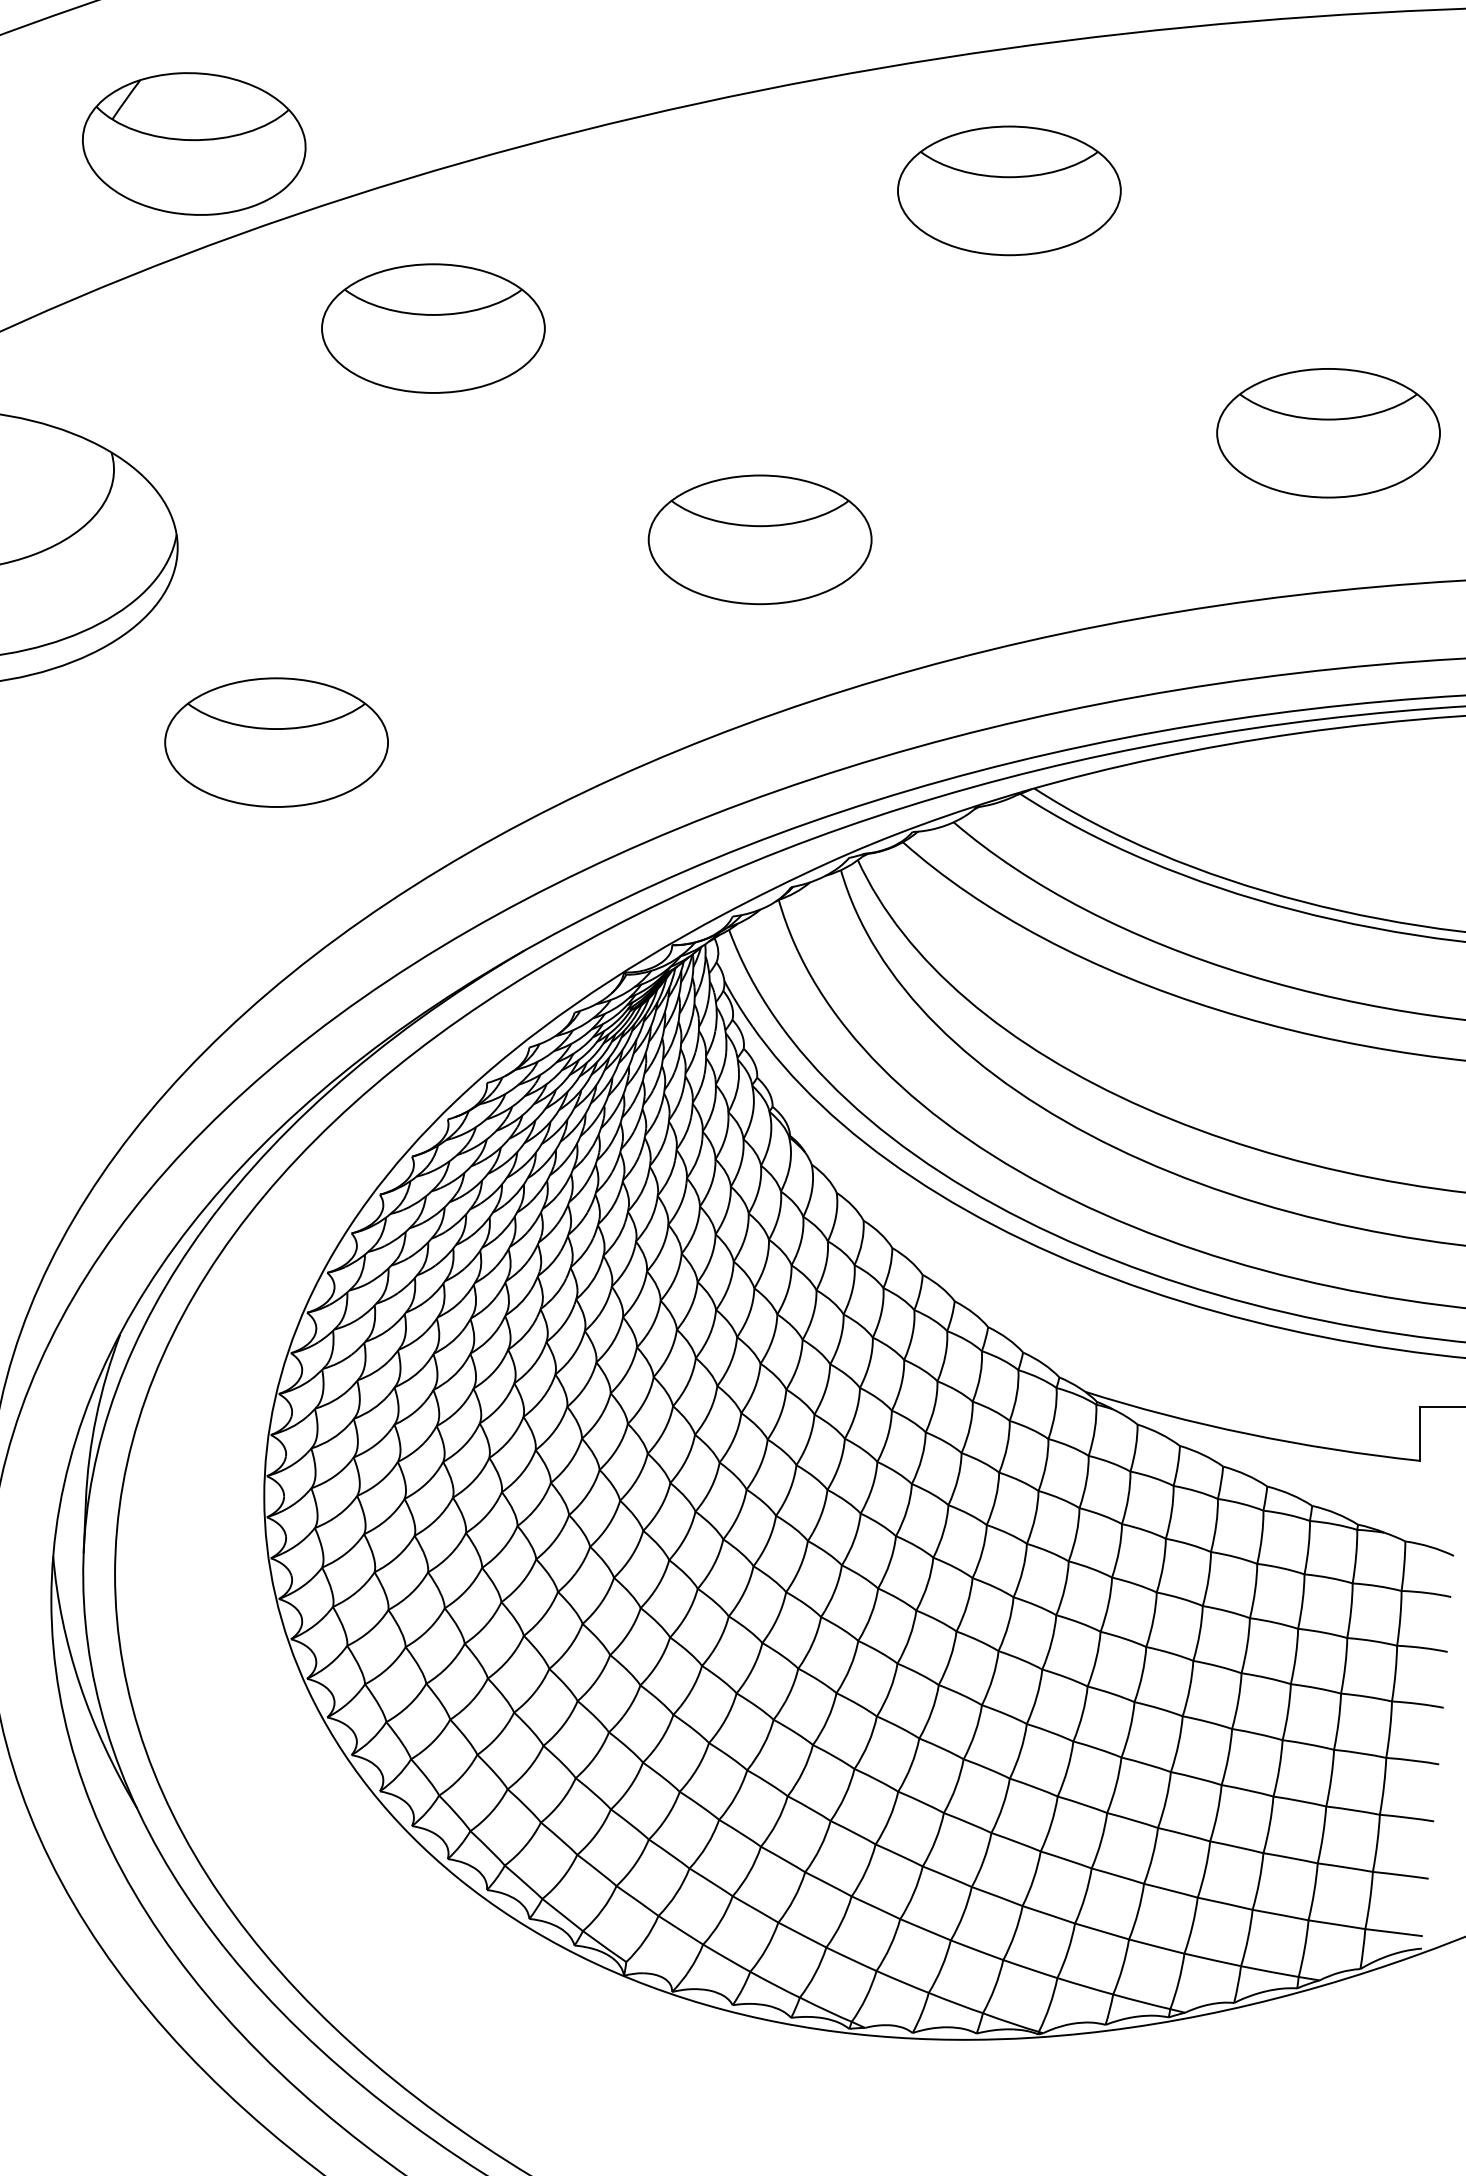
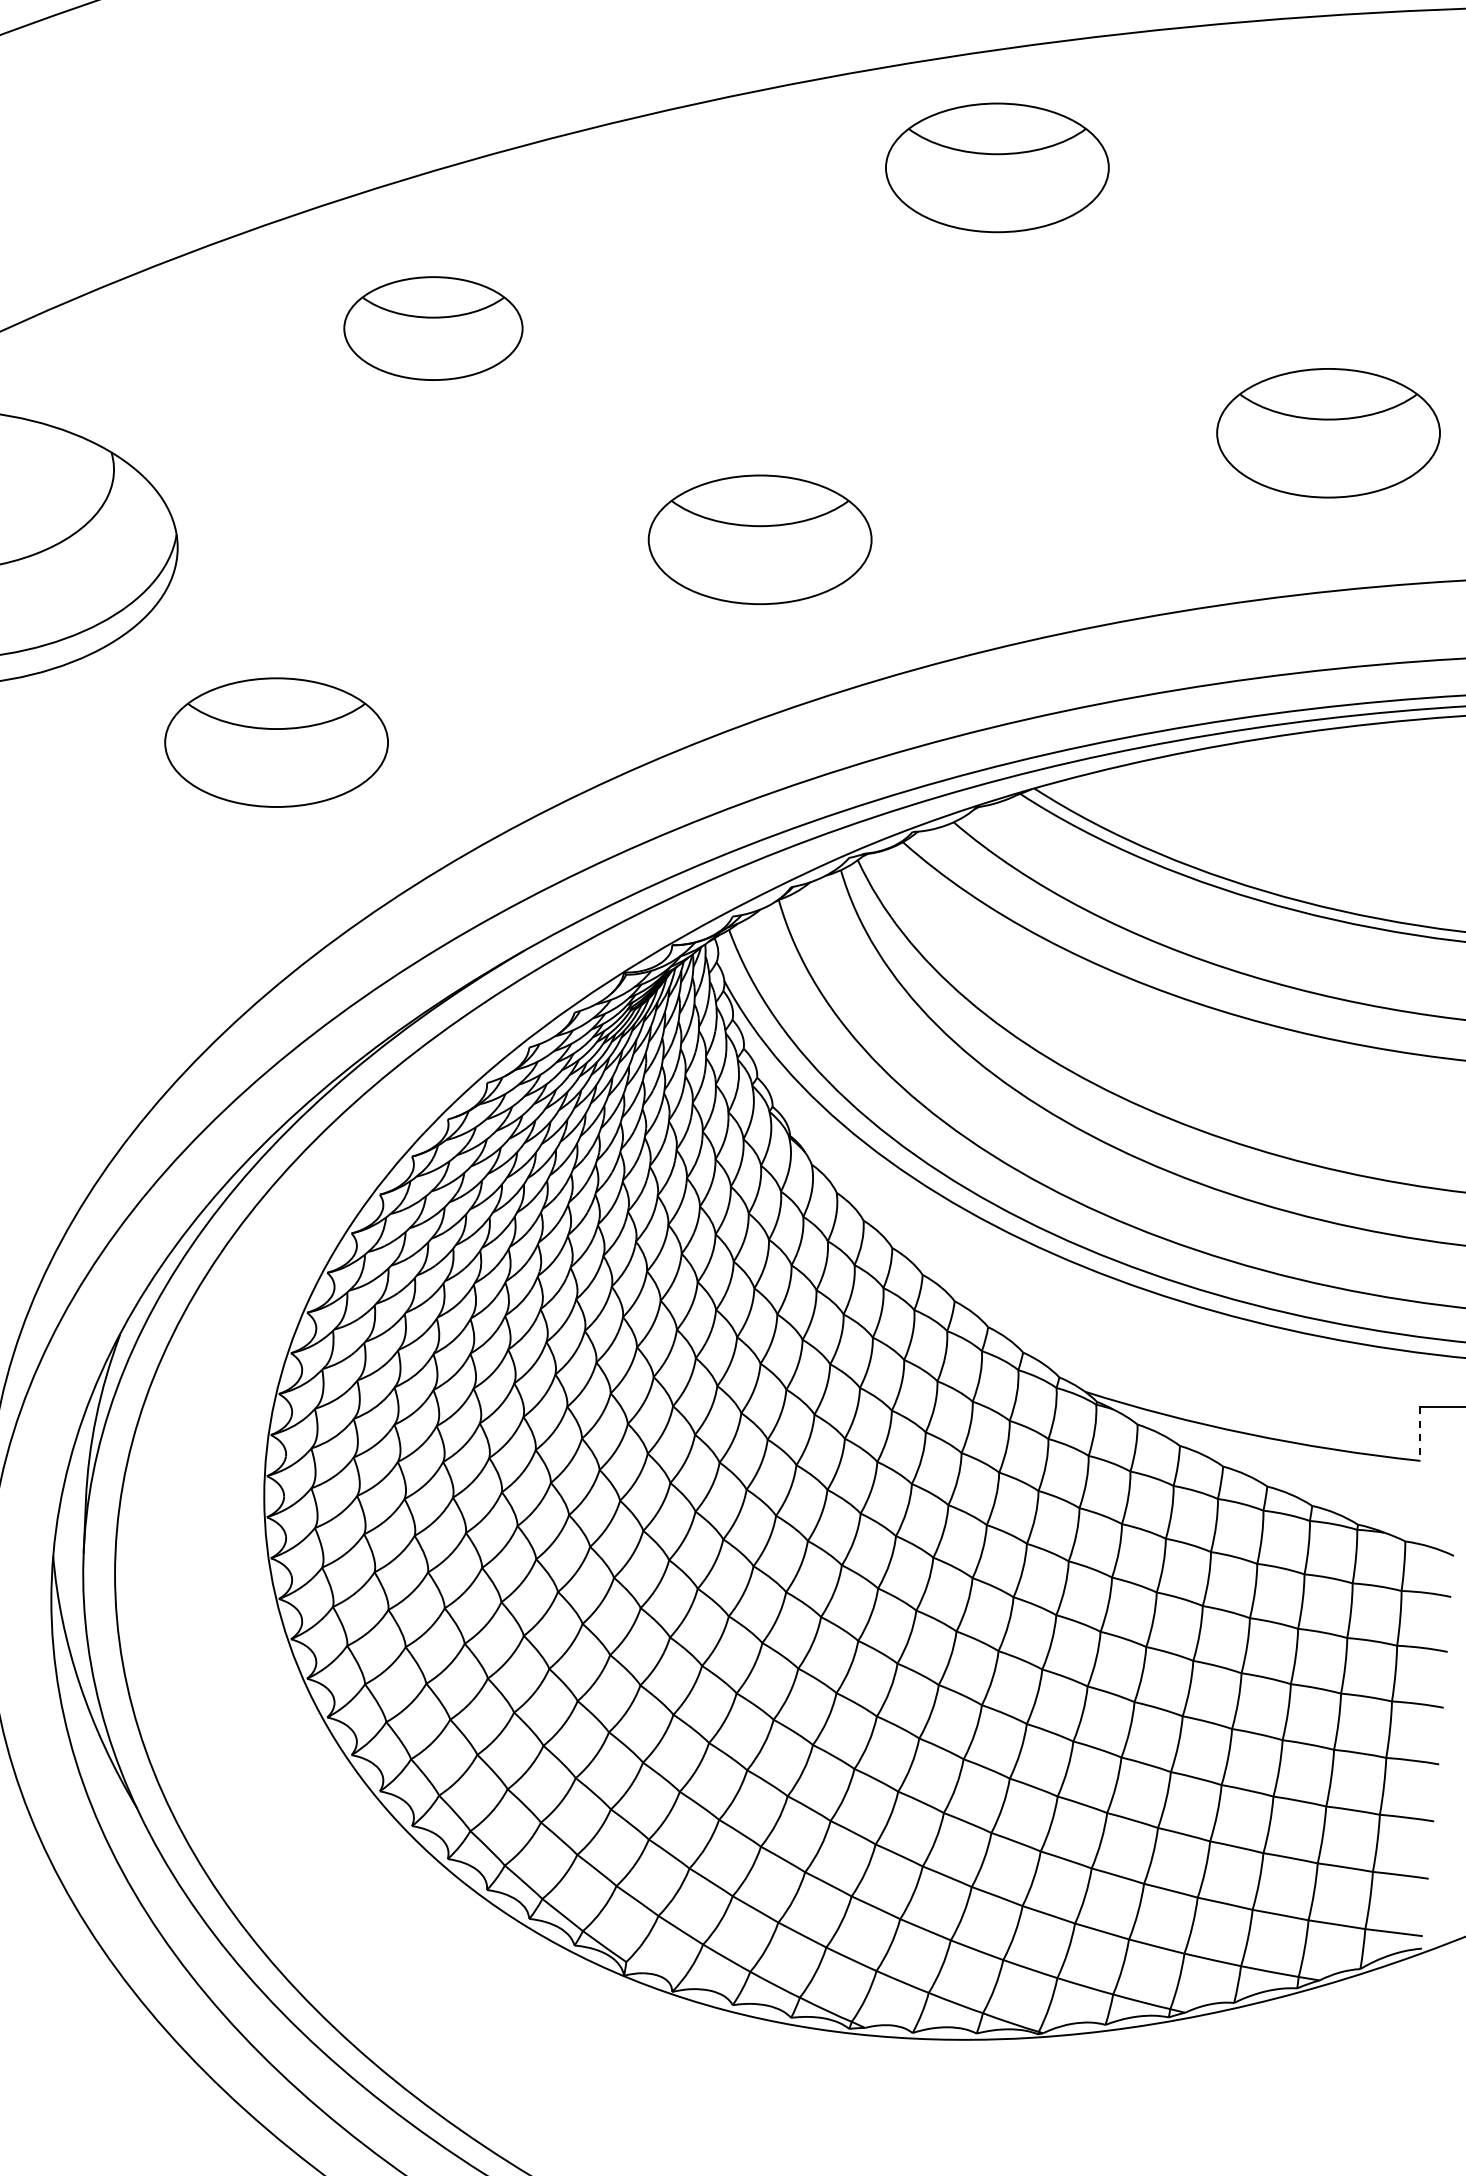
part at (194, 143): present -> none
part at (1009, 190) position: (1009, 190) -> (997, 167)
part at (433, 328) size: 225x131 px -> 181x105 px
line at (1420, 1434): solid -> dashed
